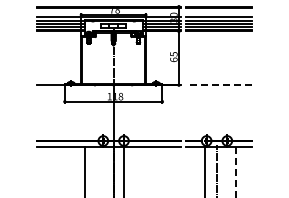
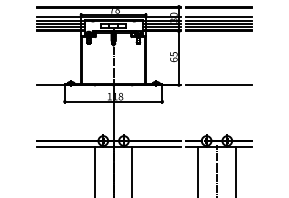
line at (218, 85): dashed -> solid
line at (85, 170) position: (85, 170) -> (95, 170)
line at (124, 170) position: (124, 170) -> (132, 170)
line at (205, 170) position: (205, 170) -> (198, 170)
line at (235, 172): dashed -> solid
